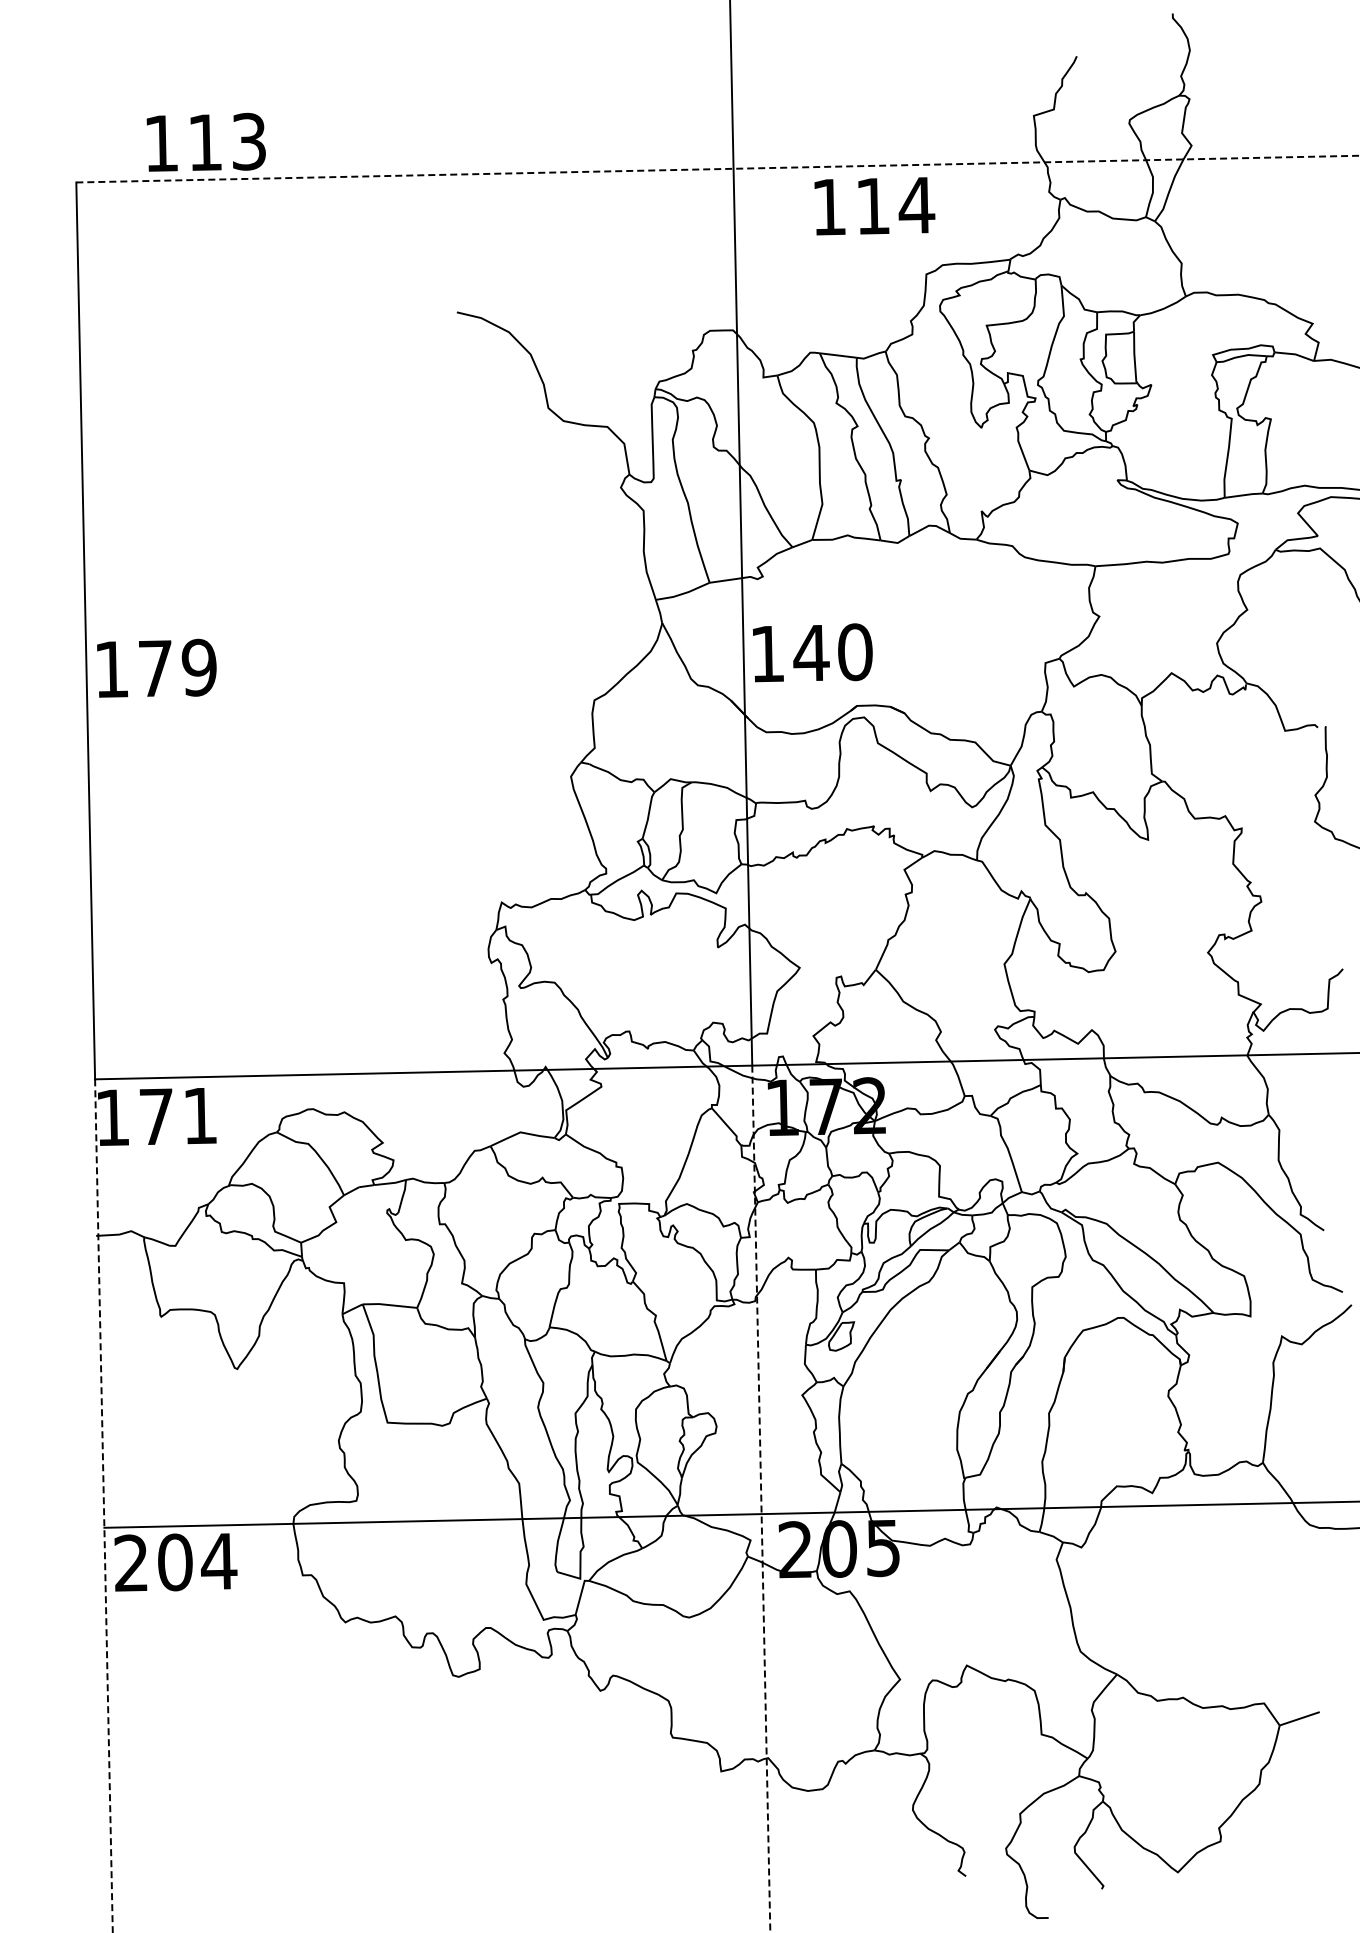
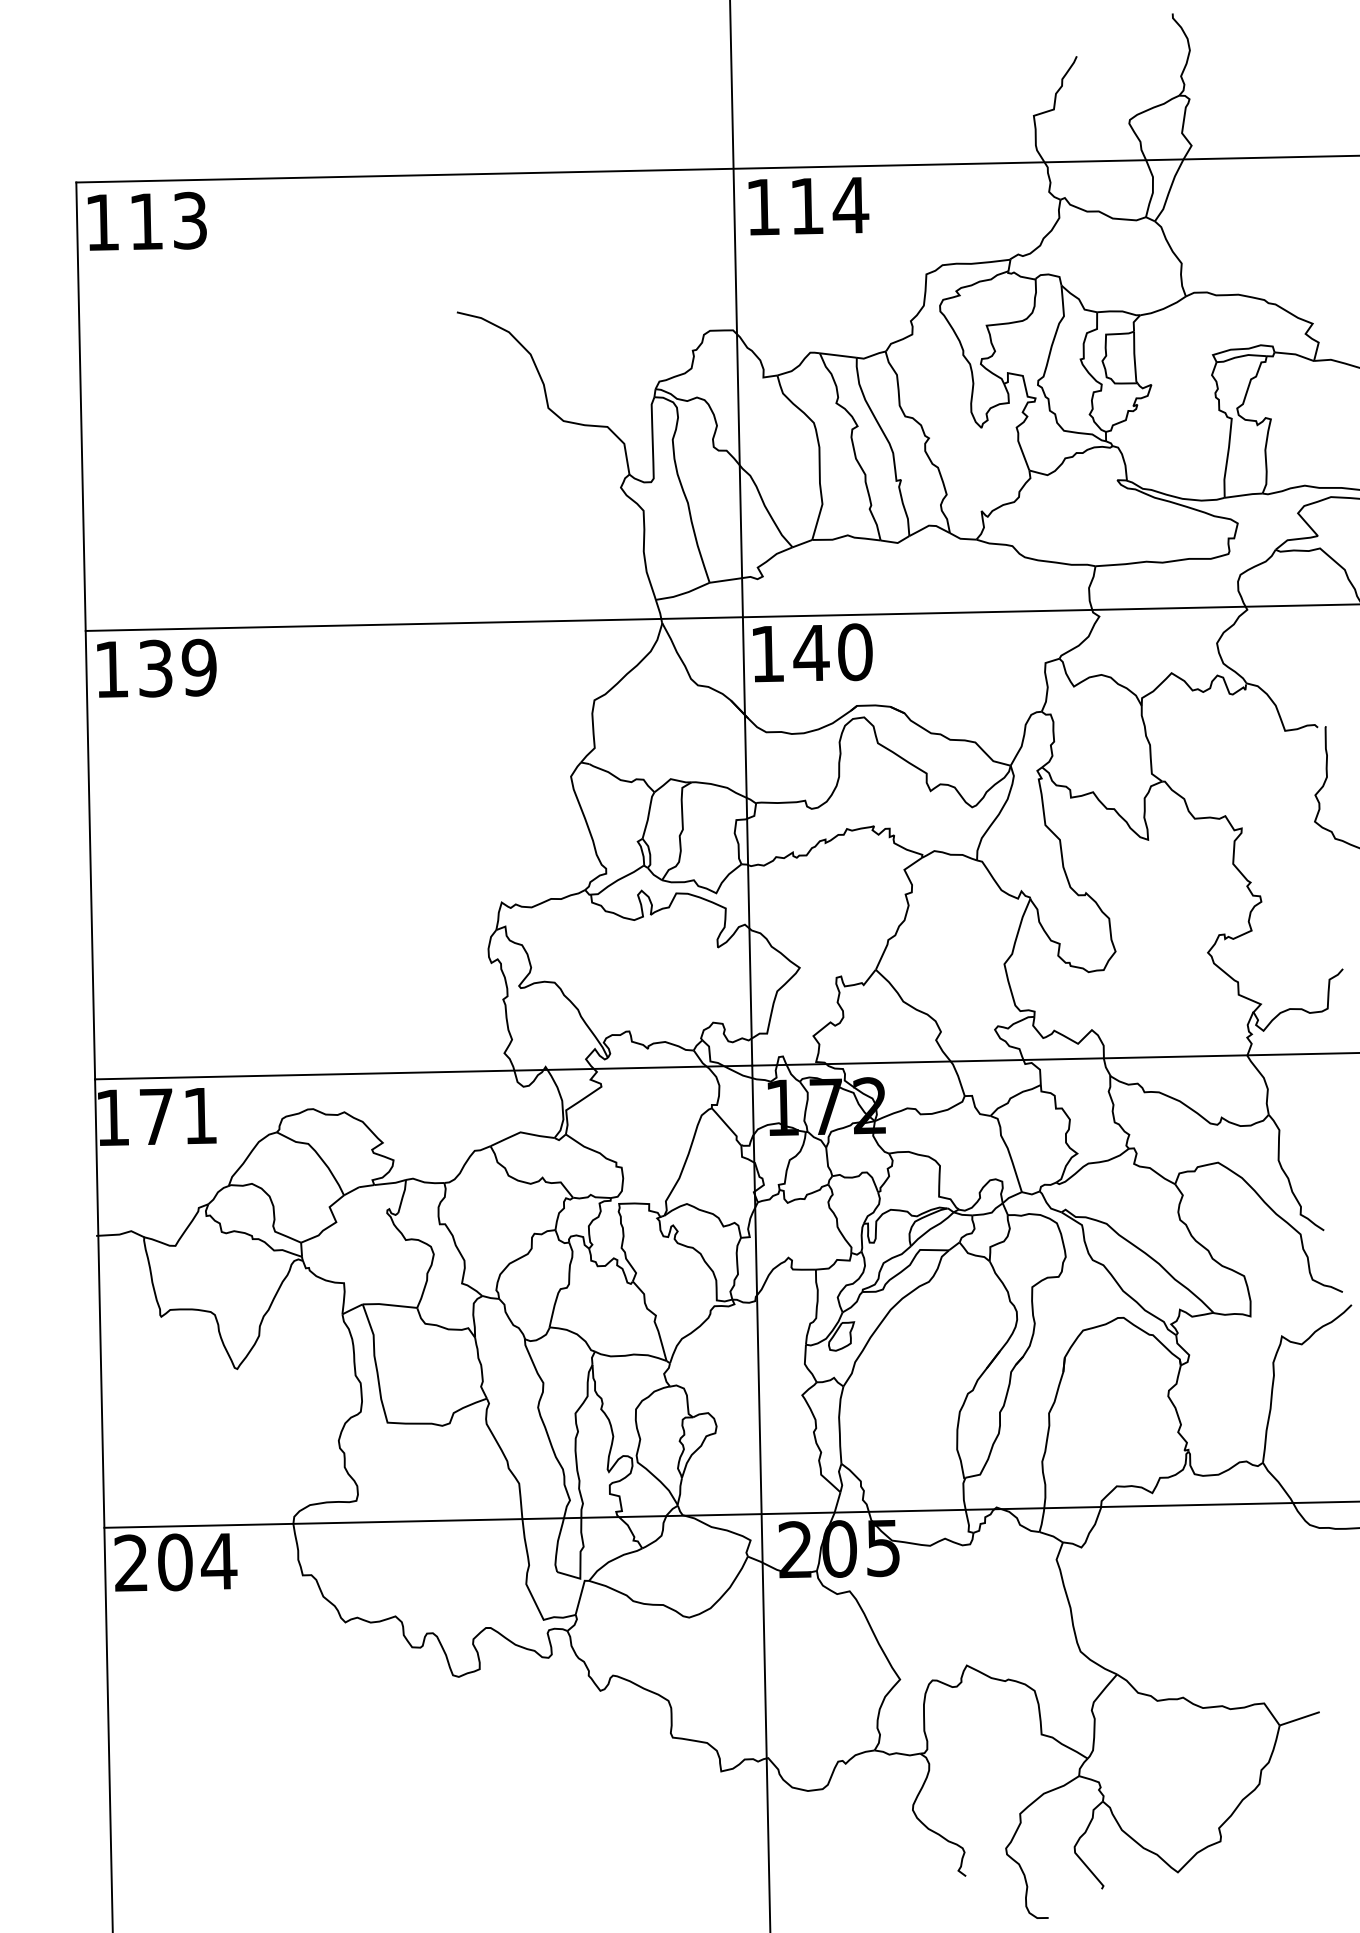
text at (205, 141) position: (205, 141) -> (146, 220)
line at (718, 169): dashed -> solid
text at (874, 206) position: (874, 206) -> (808, 206)
line at (720, 617): none -> present
text at (155, 668): 179 -> 139
line at (761, 1499): dashed -> solid
line at (103, 1506): dashed -> solid
